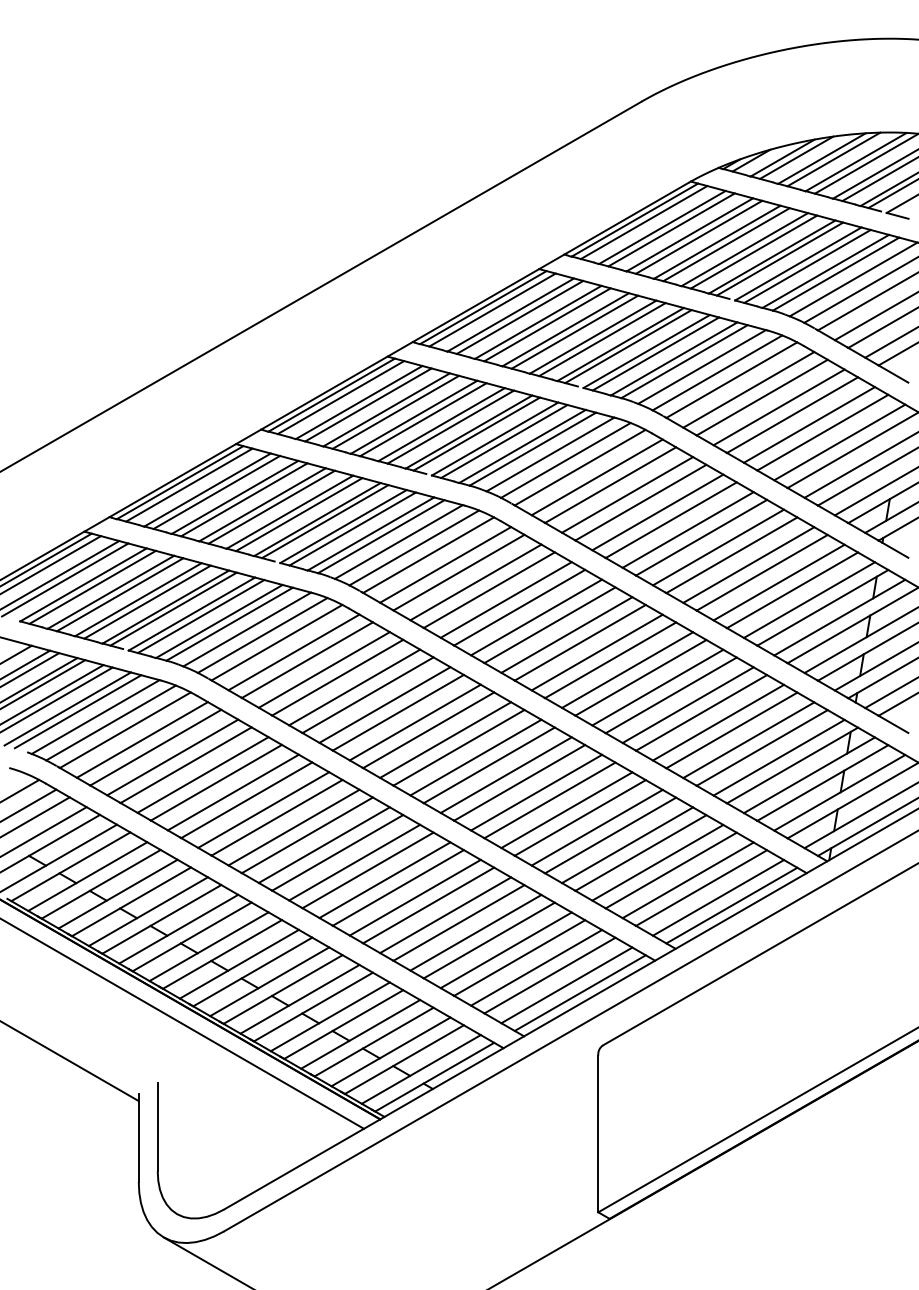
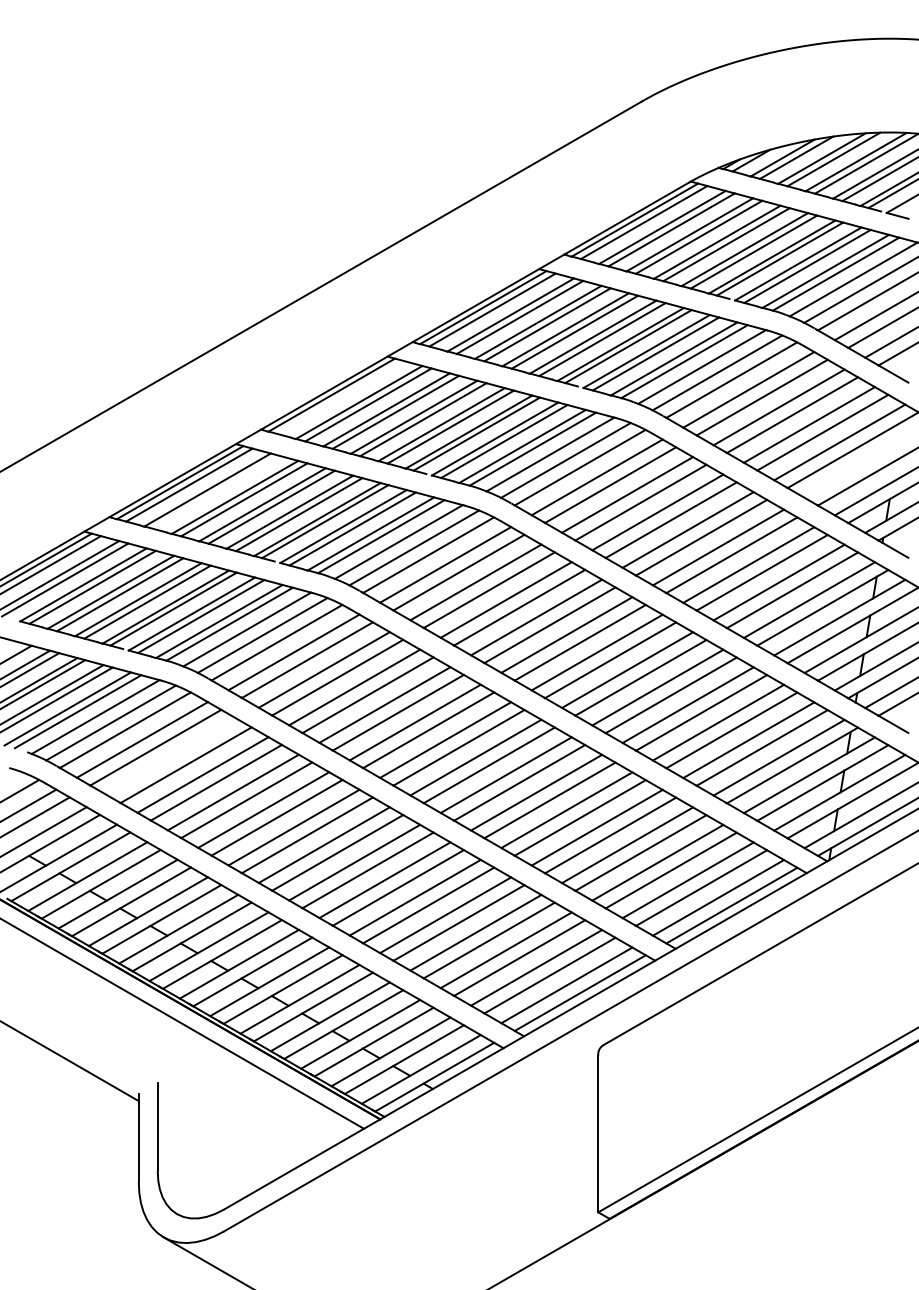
line at (340, 397): present -> none
line at (859, 465): present -> none
line at (216, 491): present -> none
line at (172, 757): present -> none
